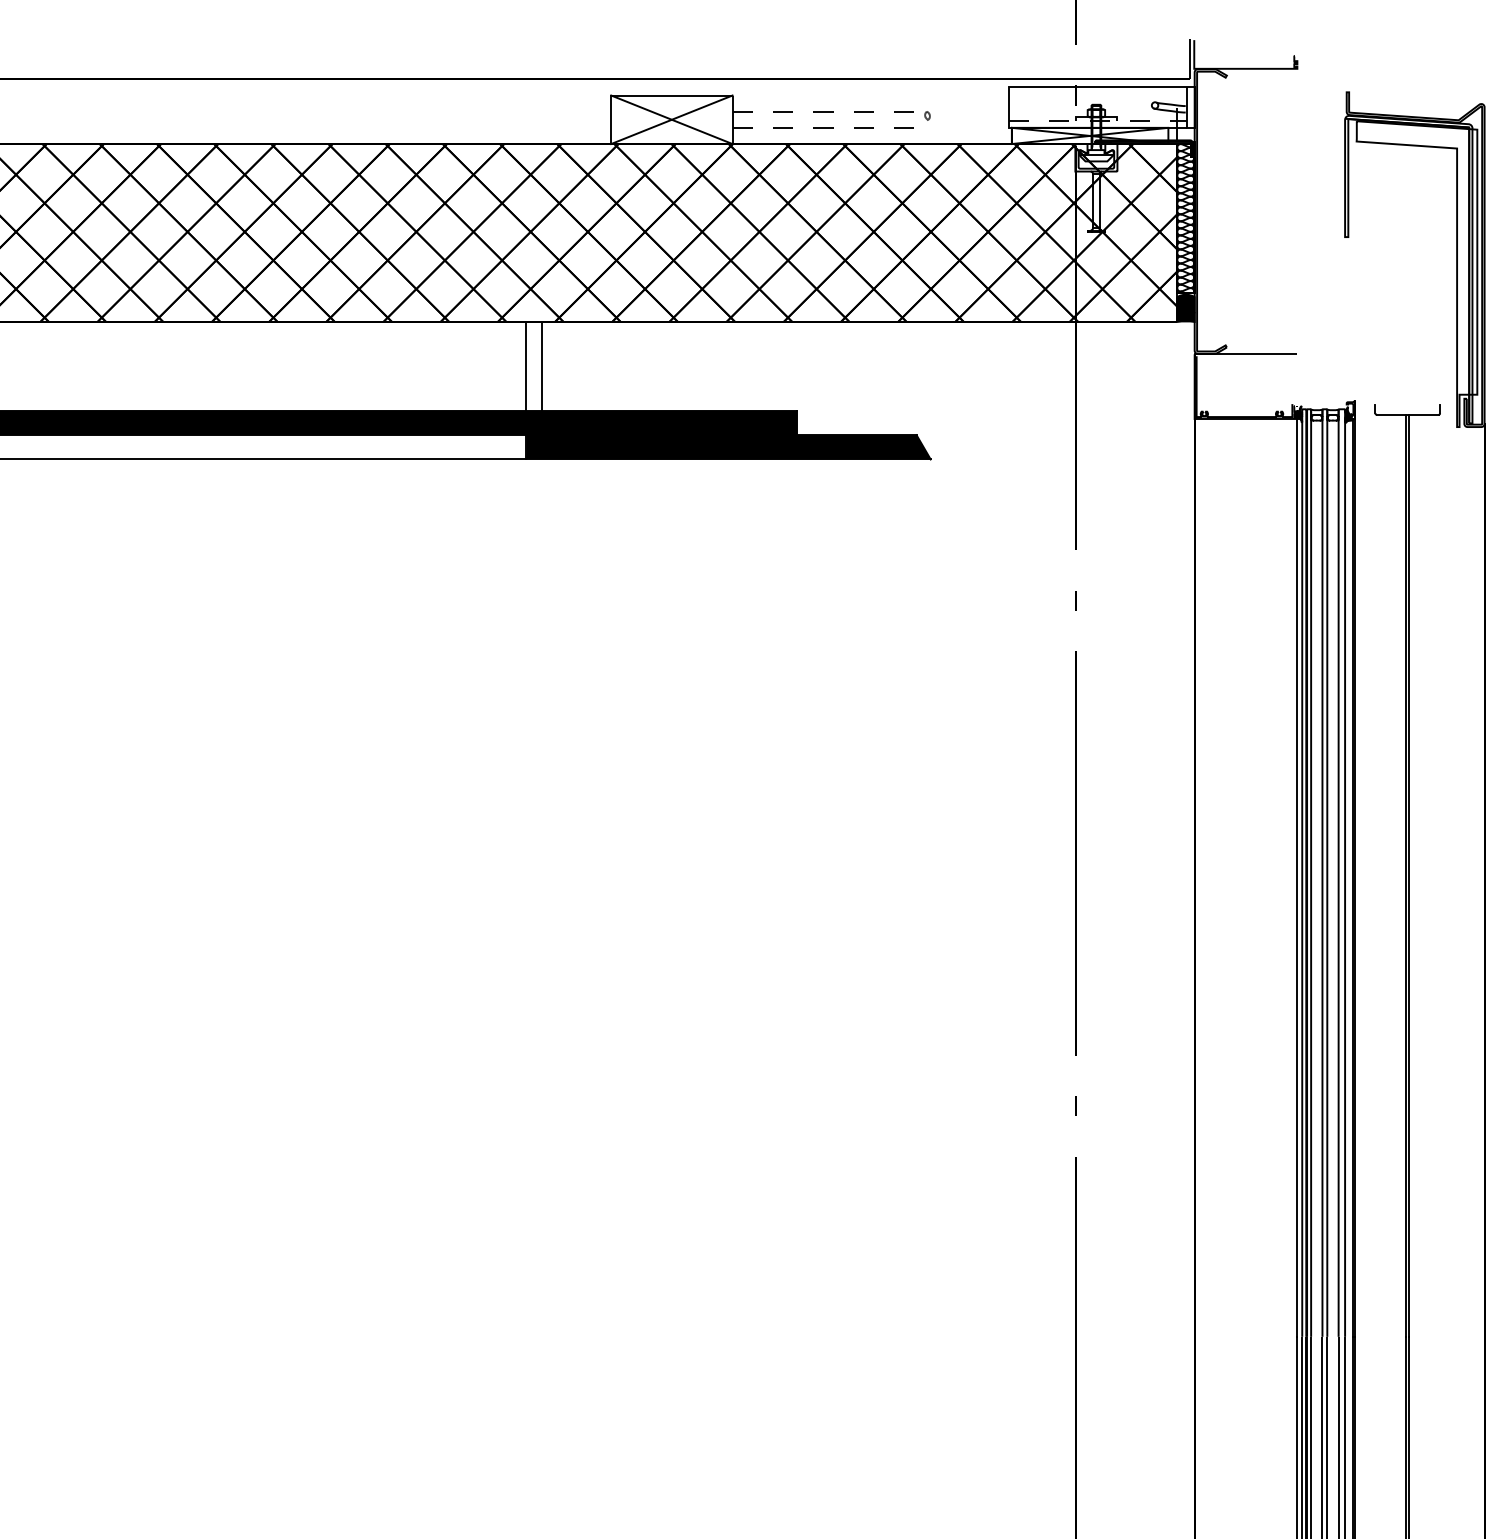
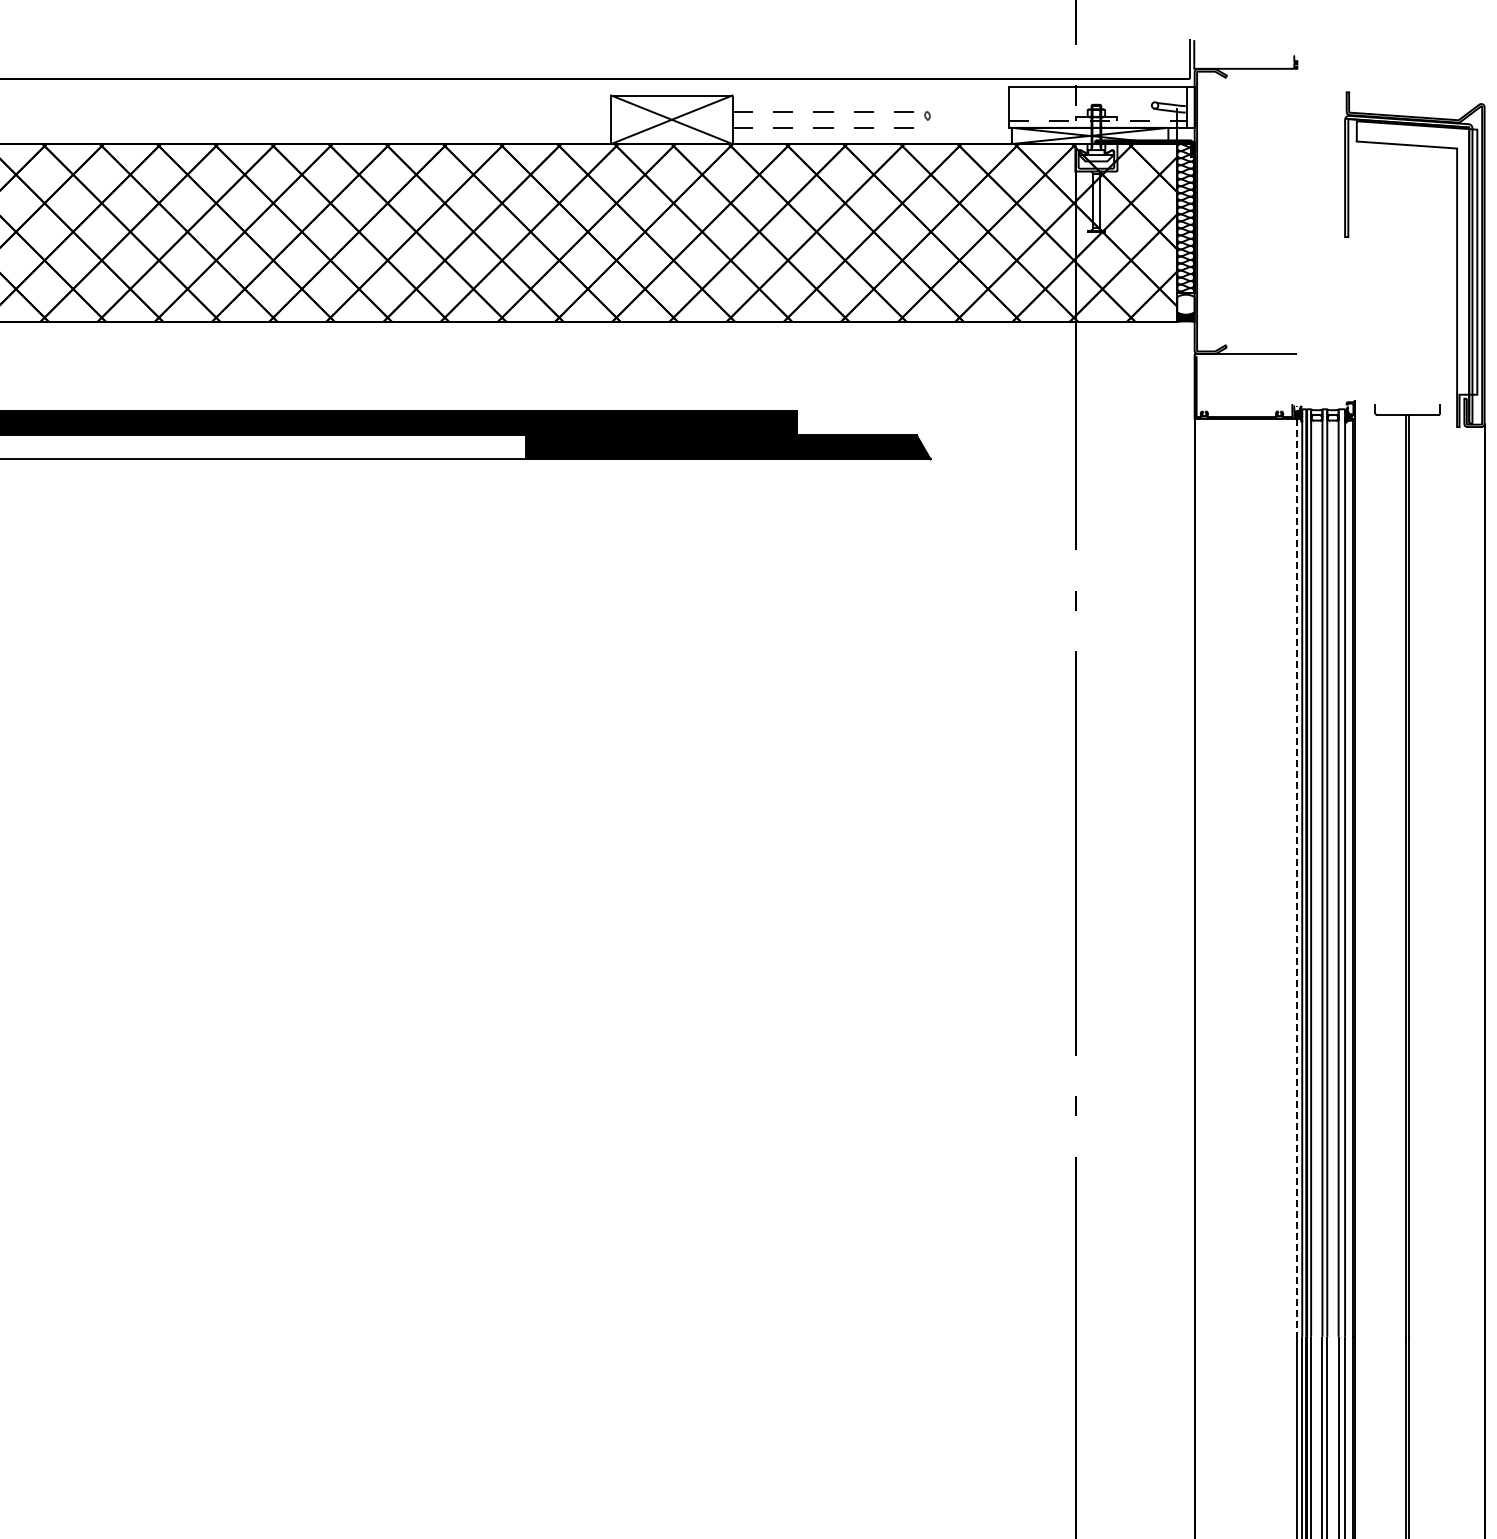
fill at (1185, 304): present -> none
line at (525, 365): present -> none
line at (542, 365): present -> none
line at (1297, 877): solid -> dashed
